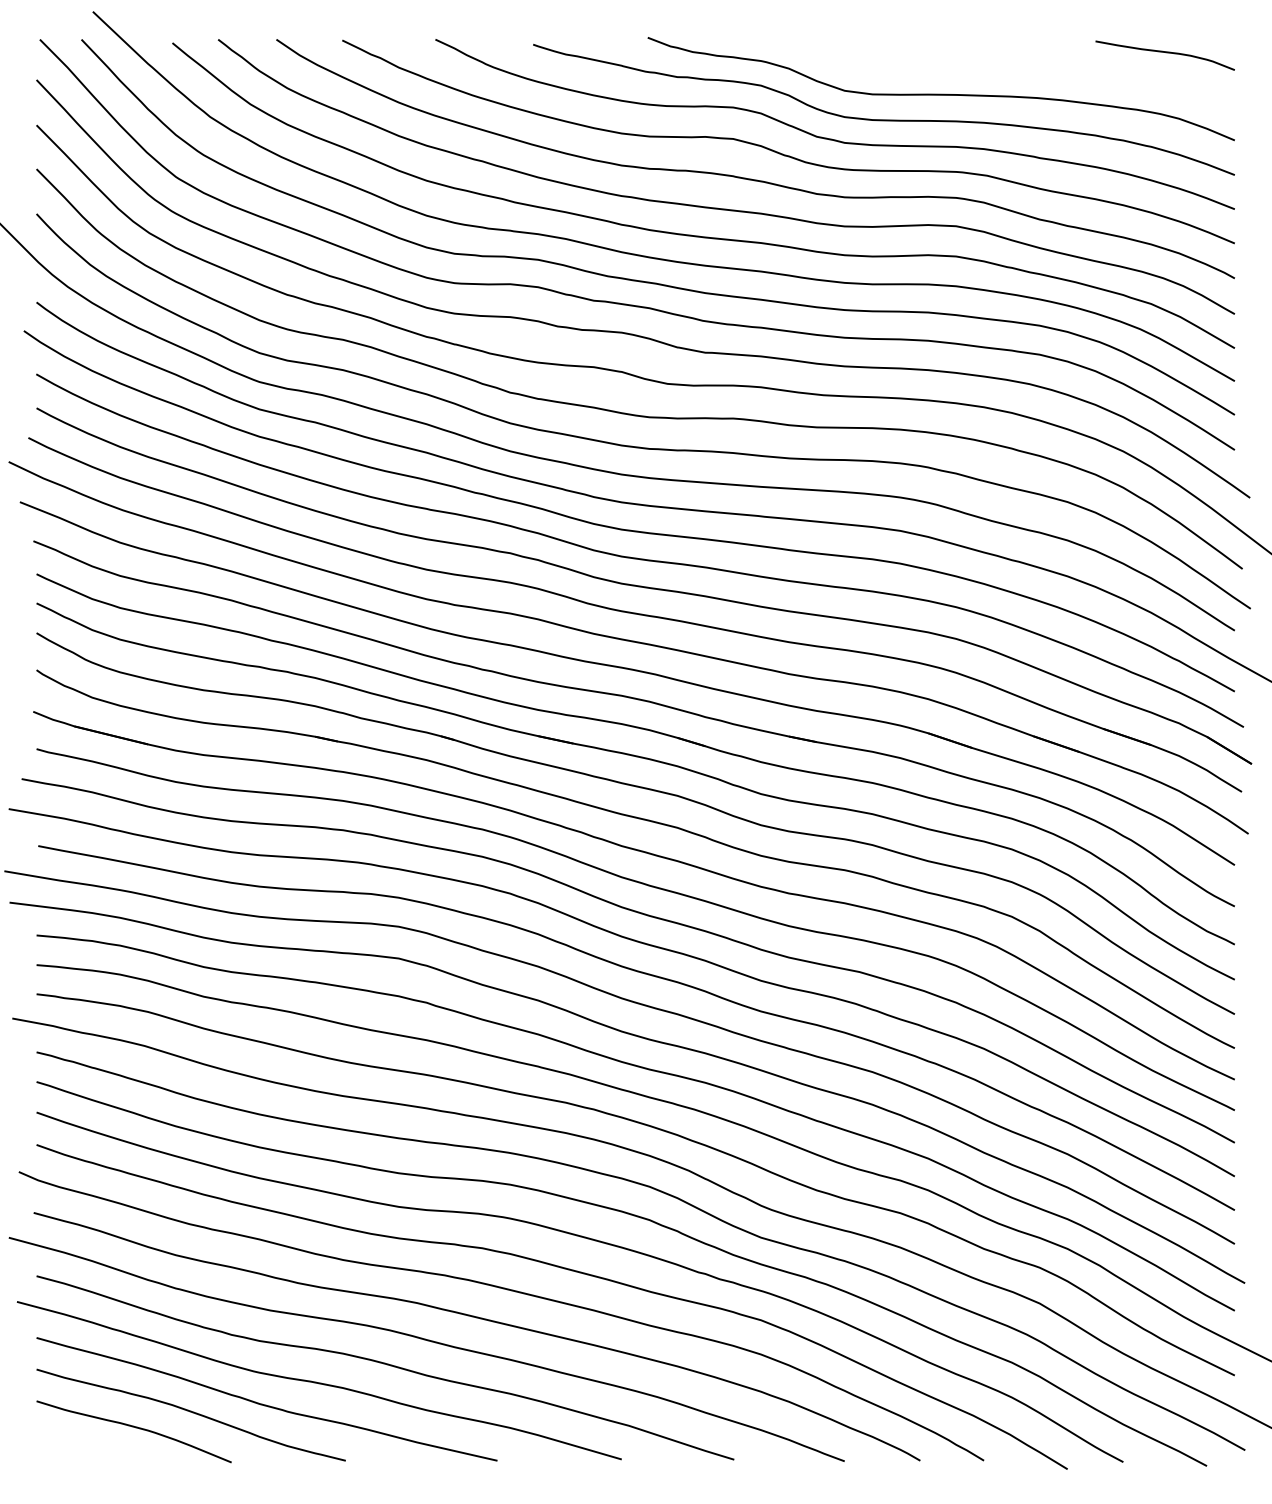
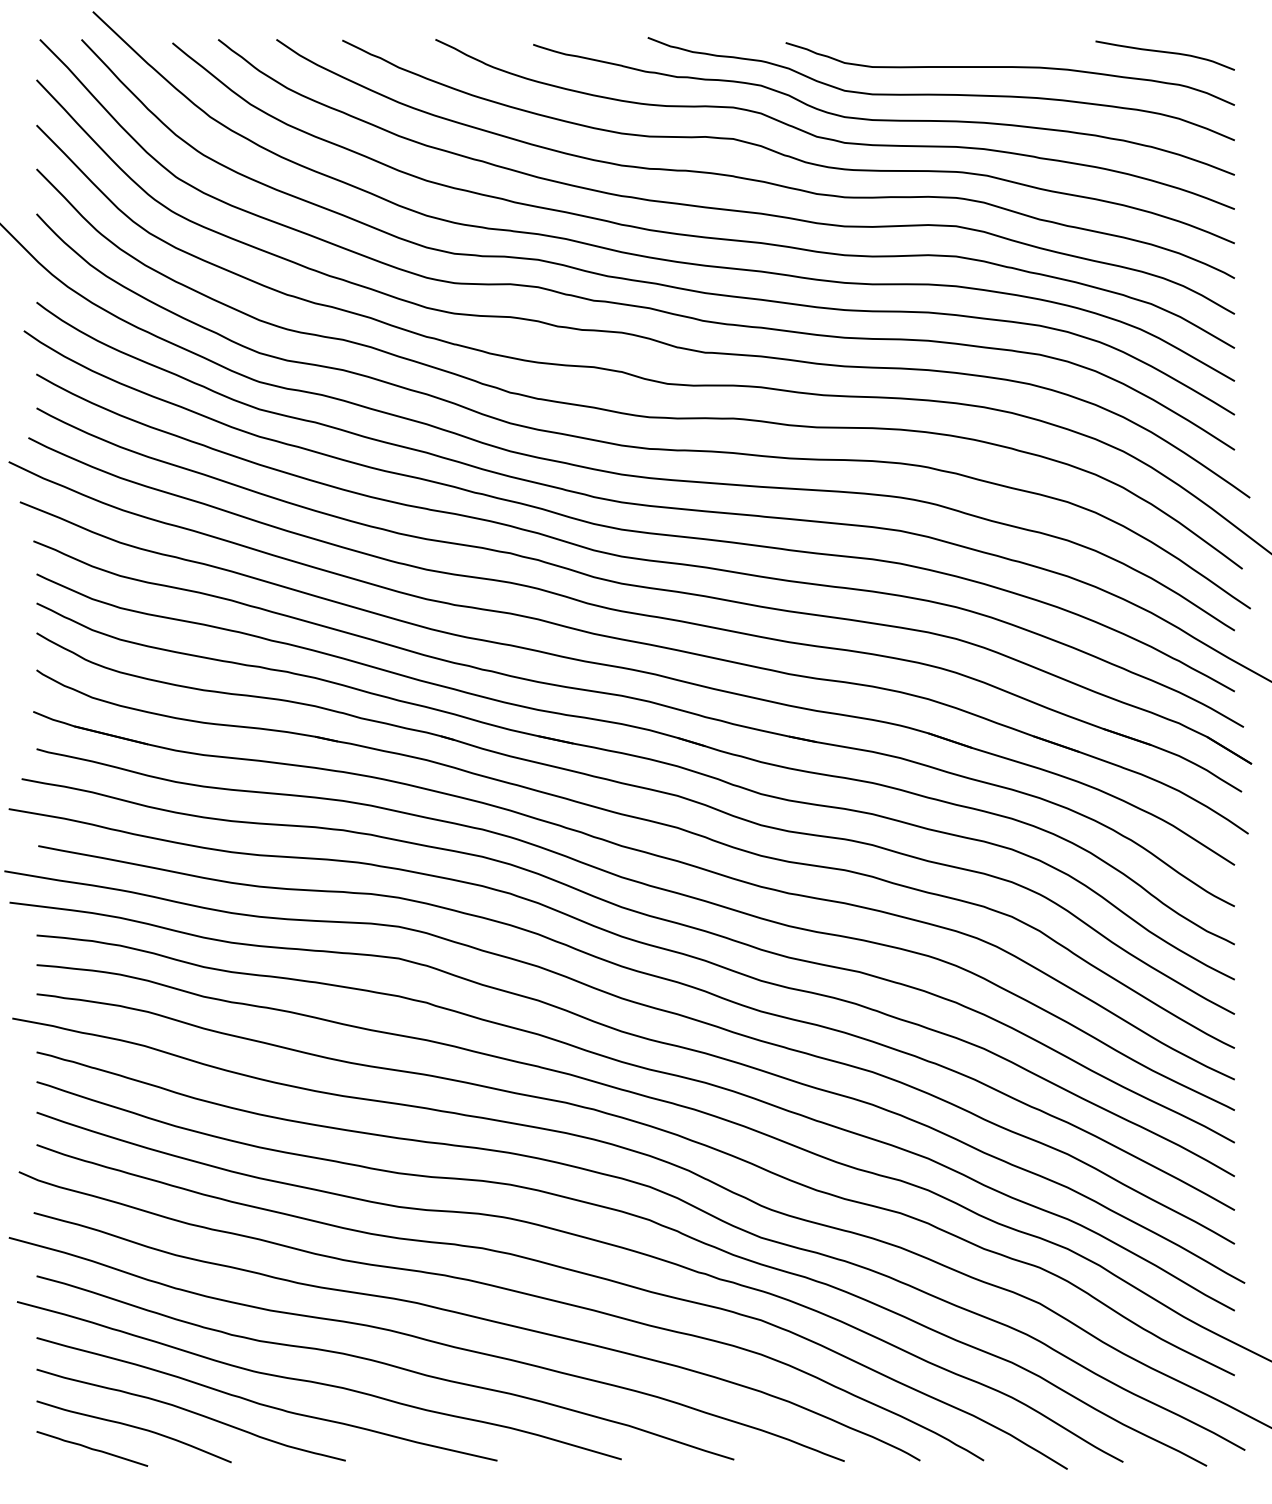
curve at (1009, 67): none -> present
line at (92, 1448): none -> present
